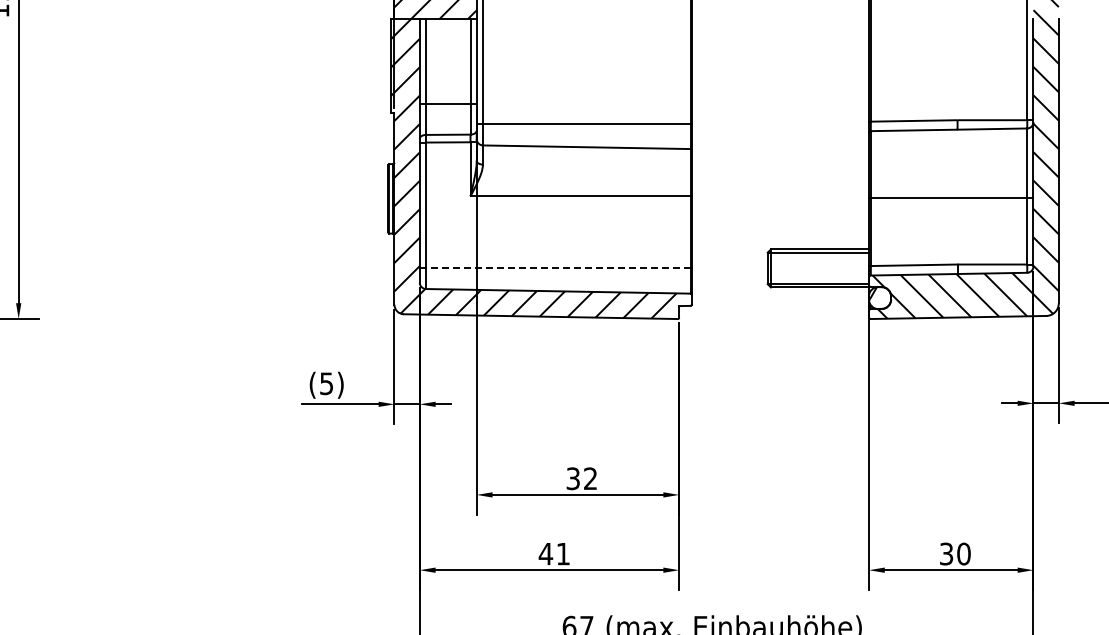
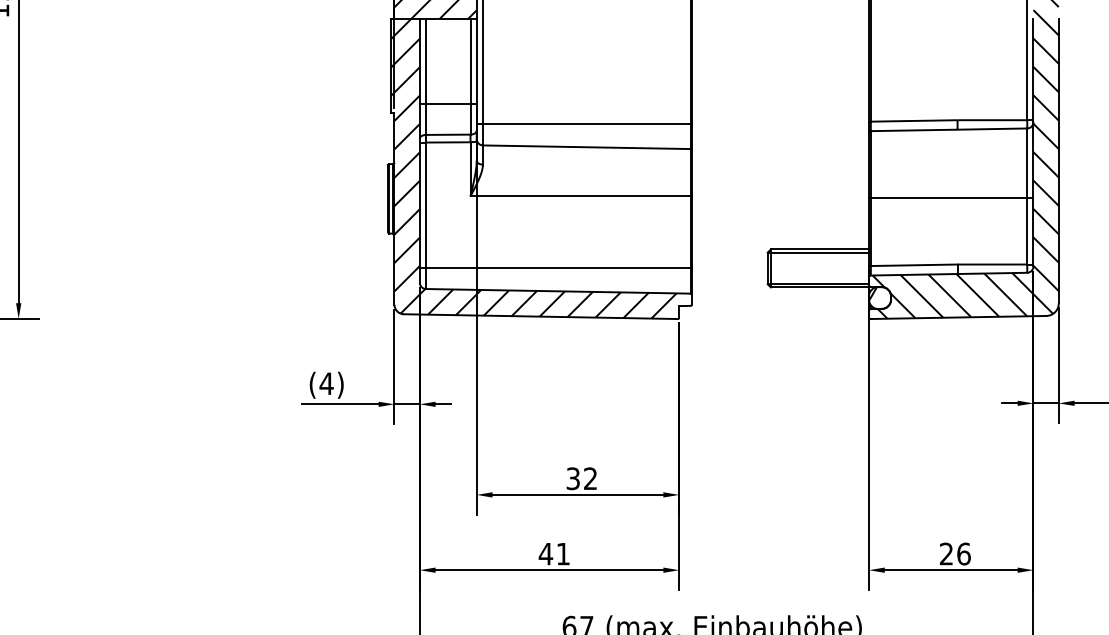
line at (557, 268): dashed -> solid
text at (326, 383): (5) -> (4)
text at (955, 553): 30 -> 26
